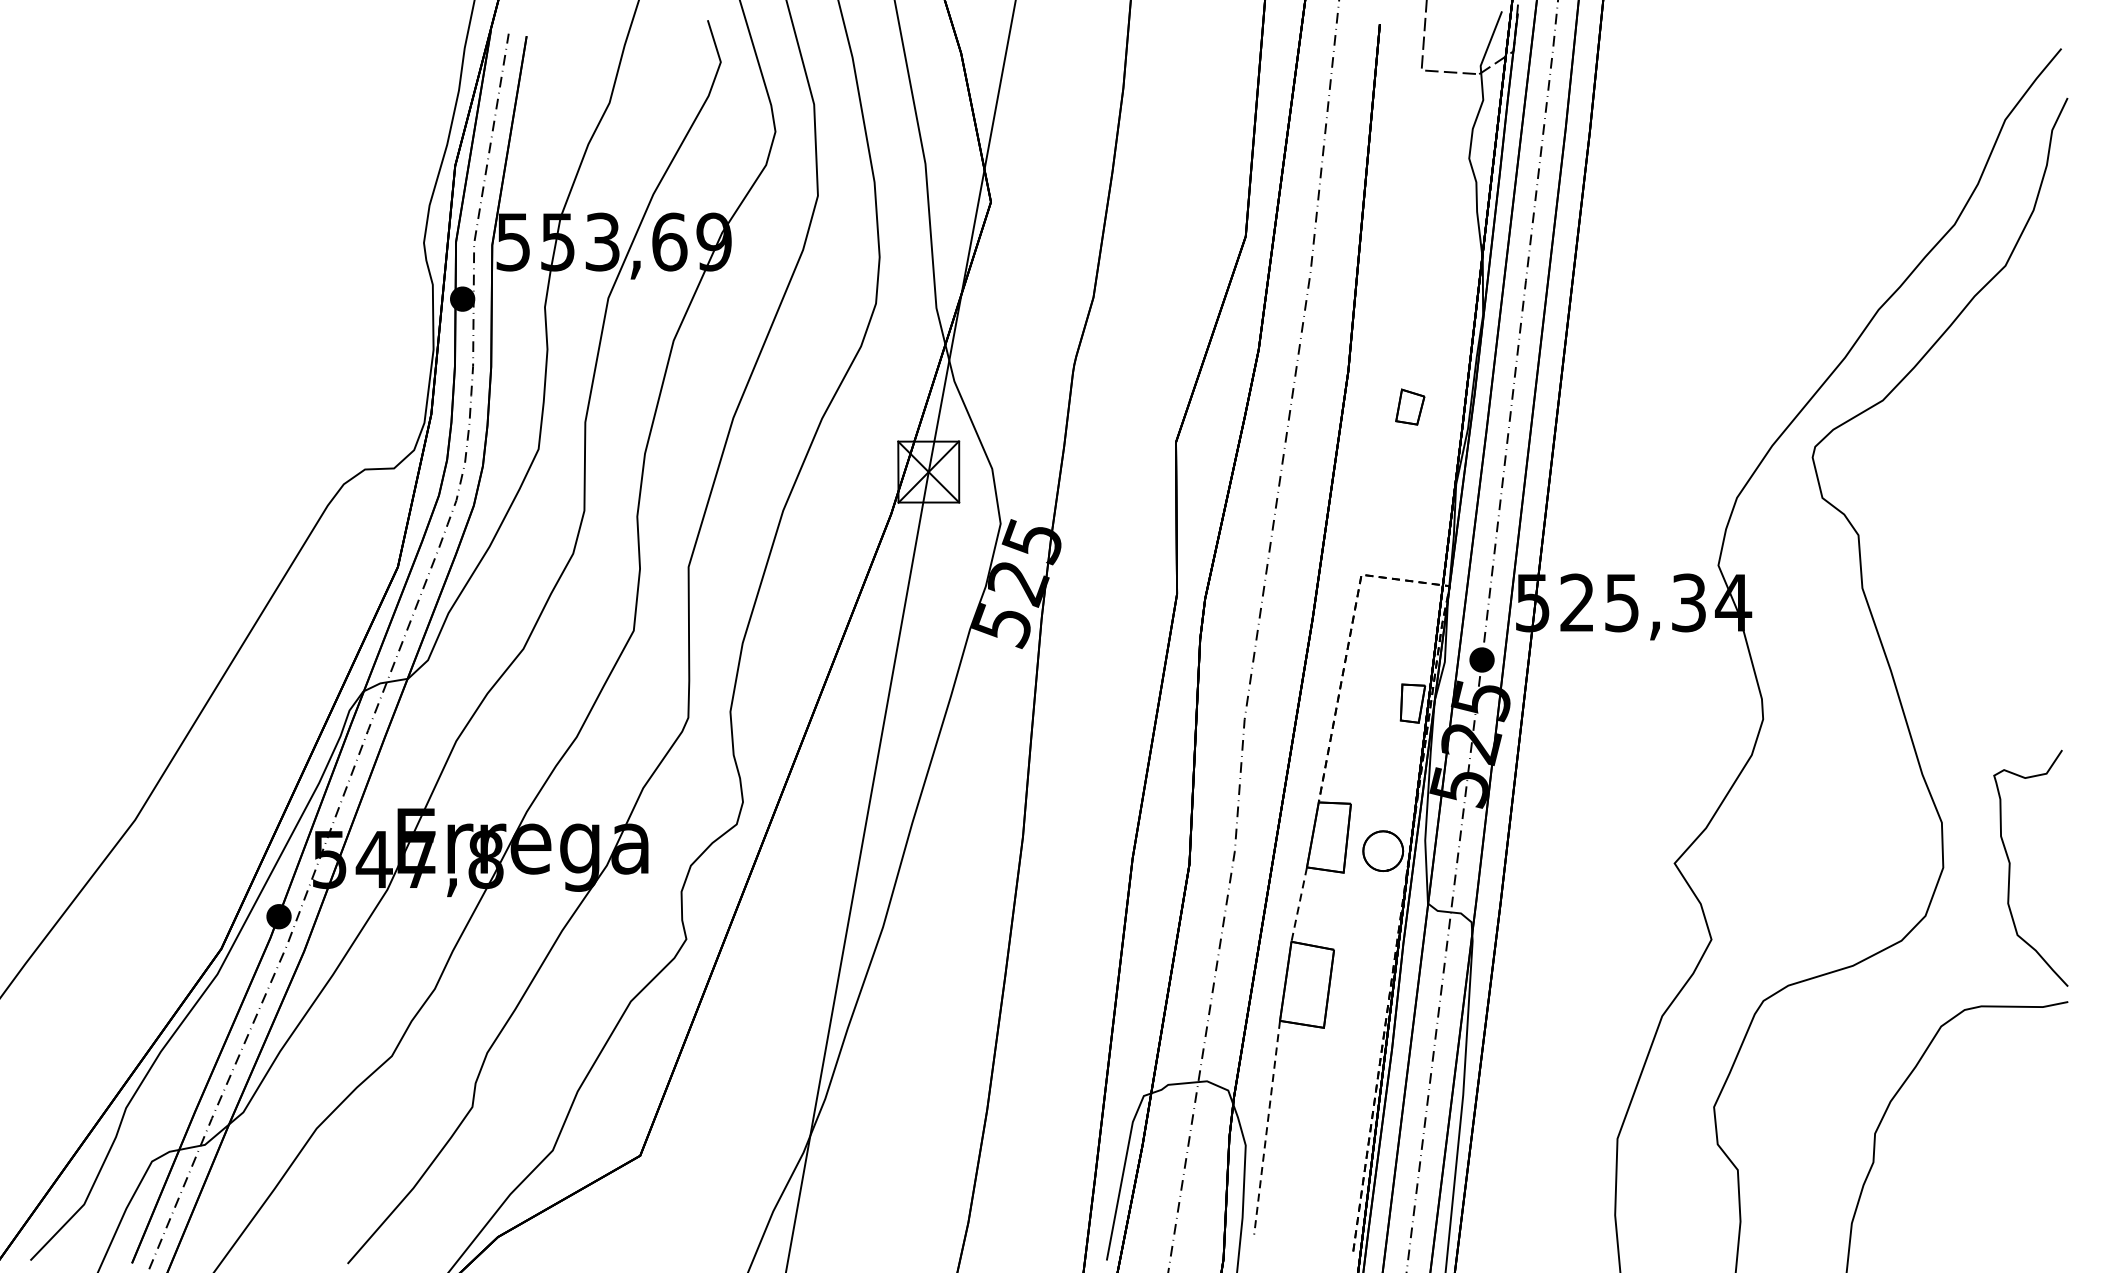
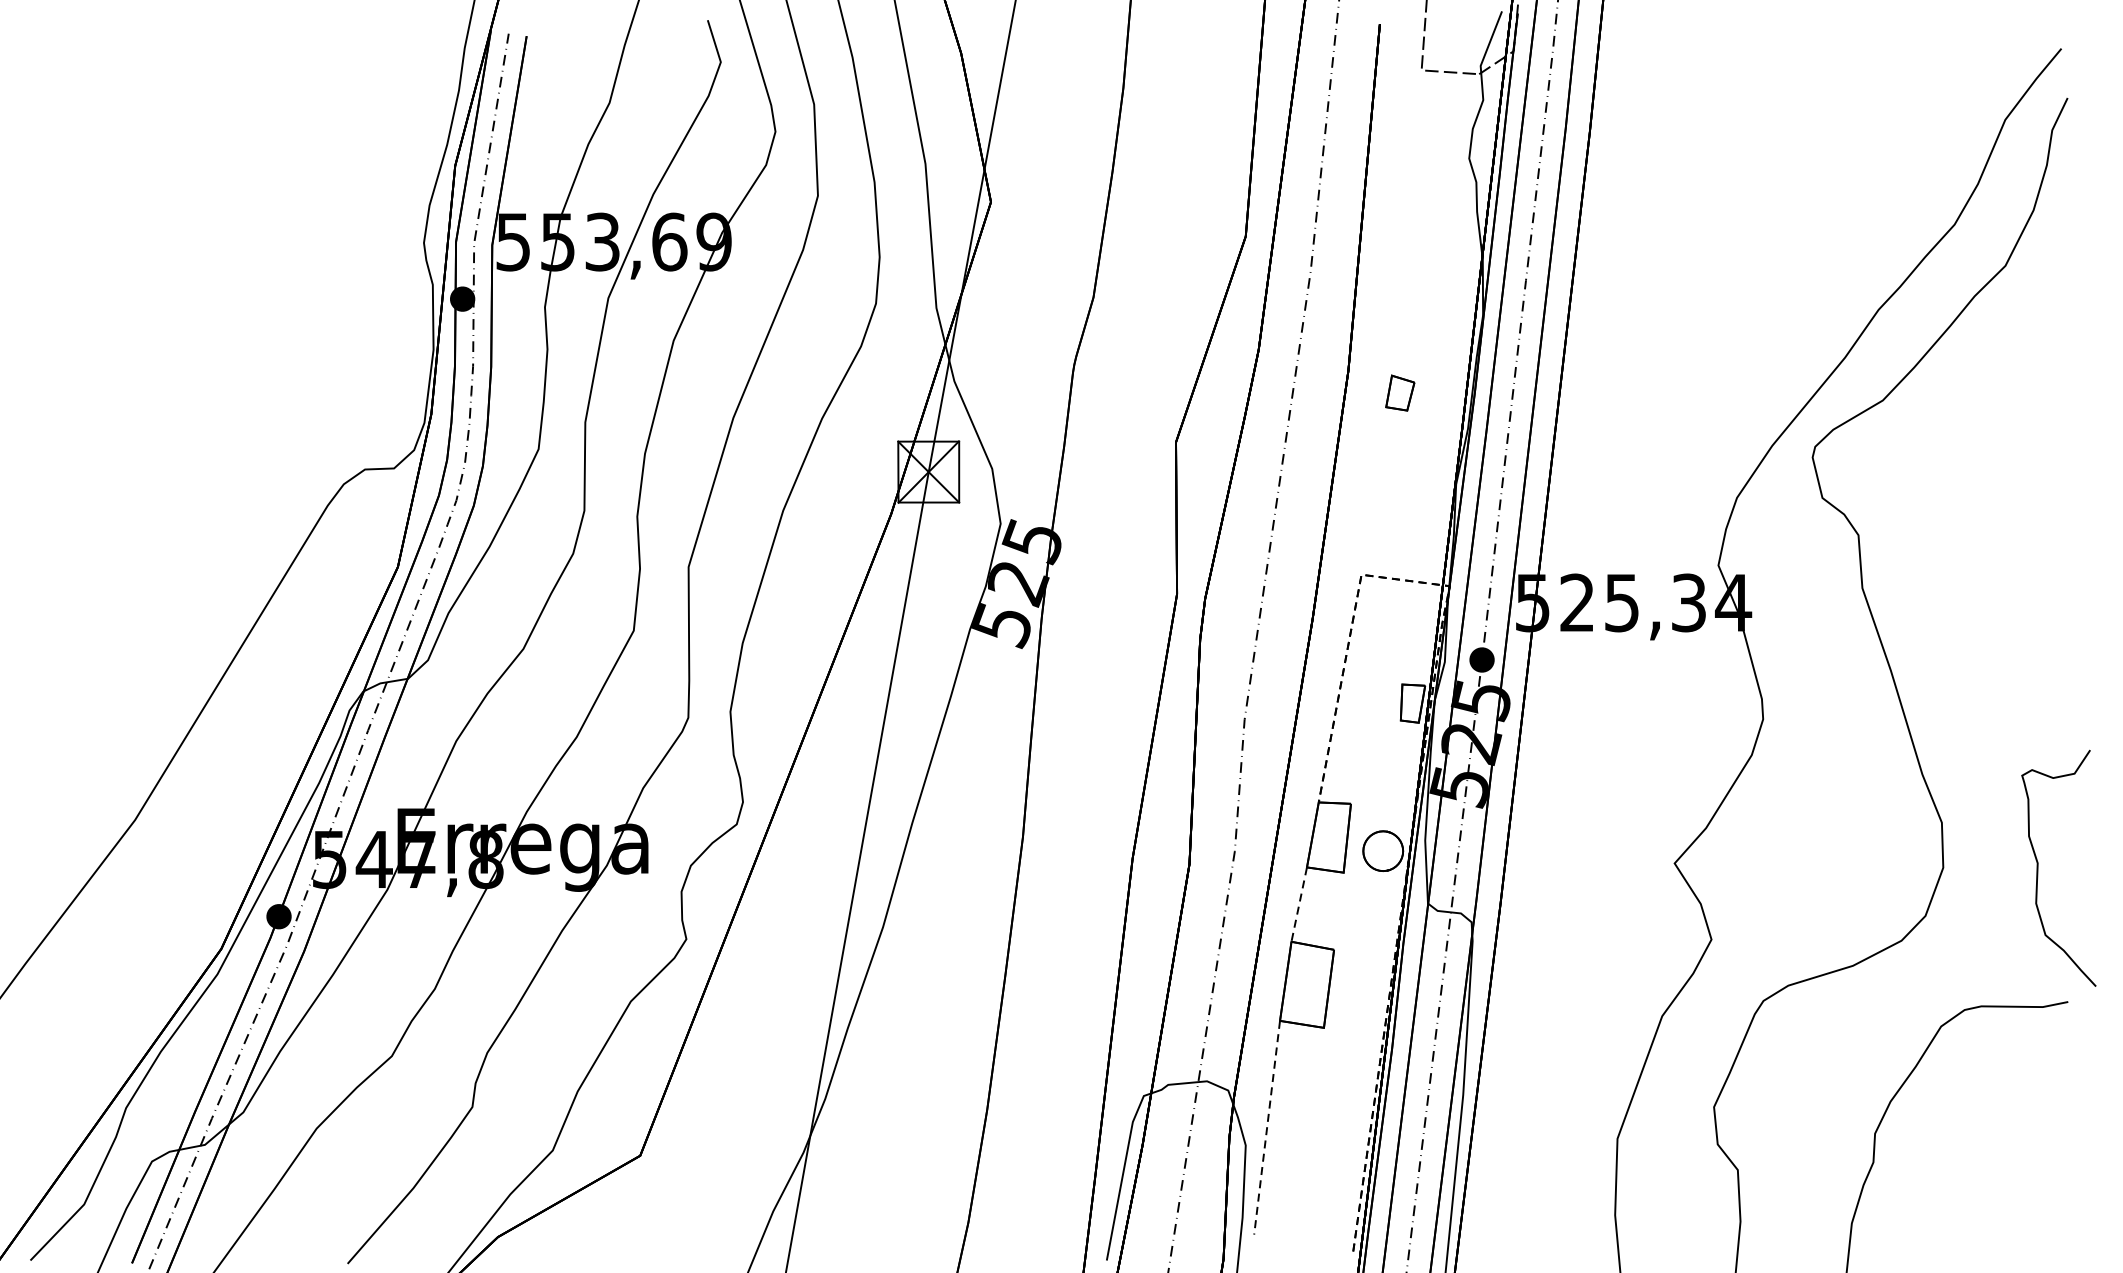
part at (1410, 406) position: (1410, 406) -> (1400, 392)
curve at (2010, 867) position: (2010, 867) -> (2038, 867)
